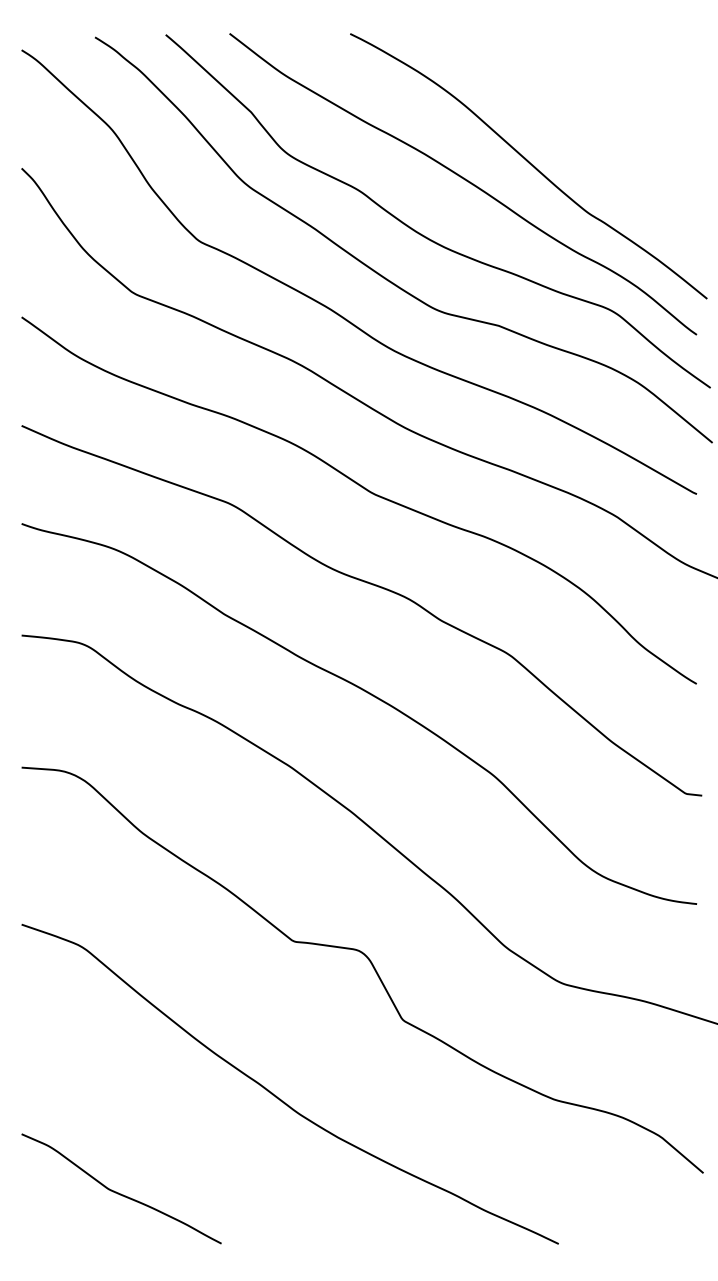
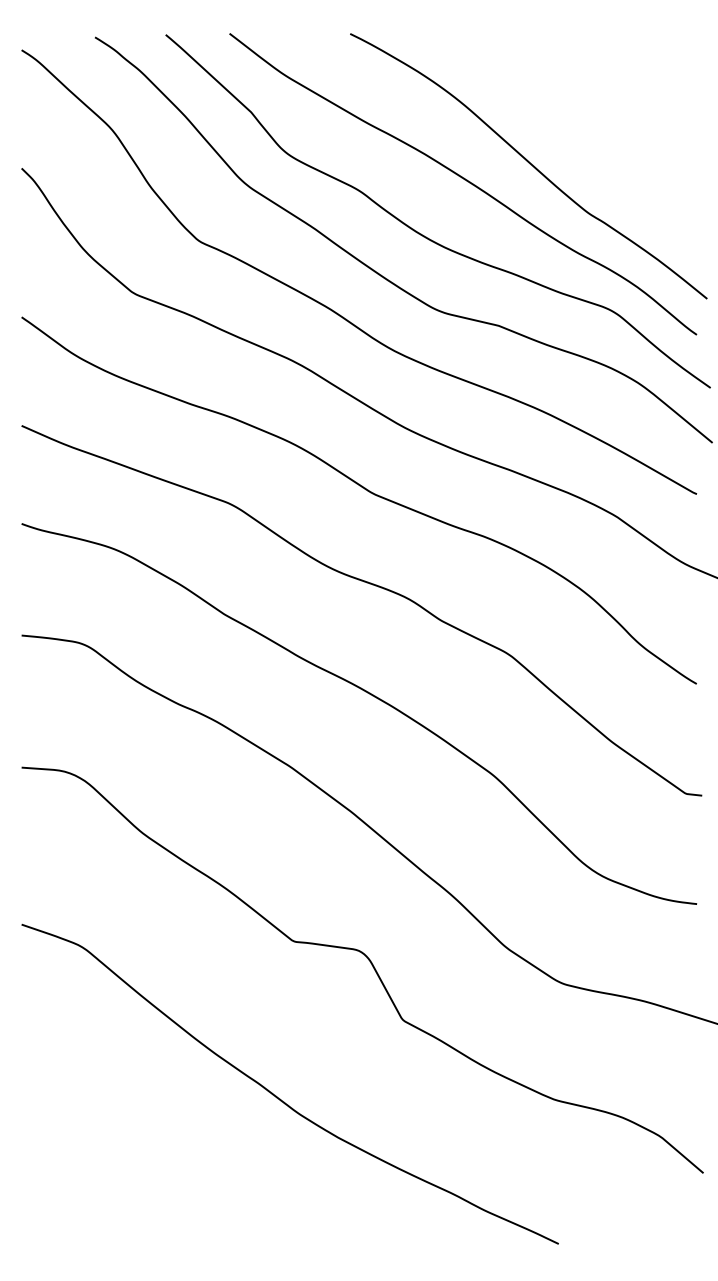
curve at (118, 1192): present -> none
